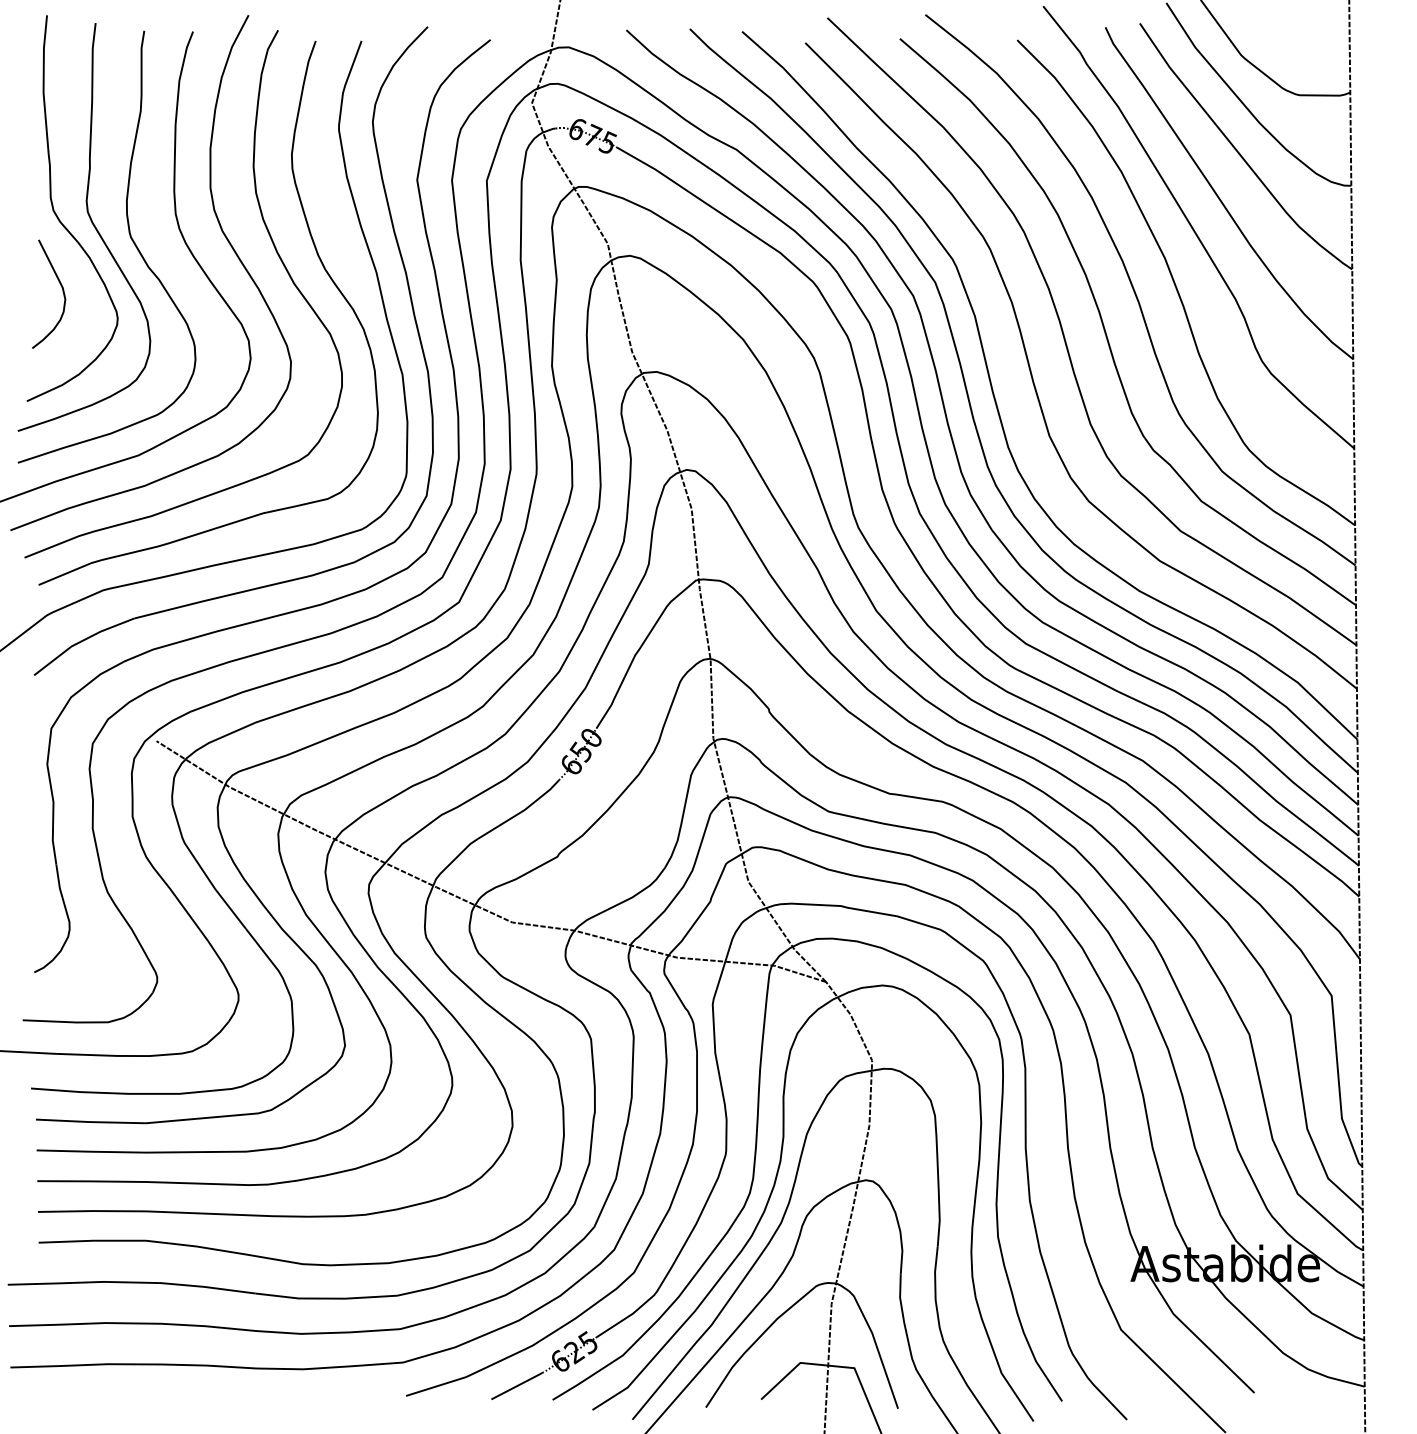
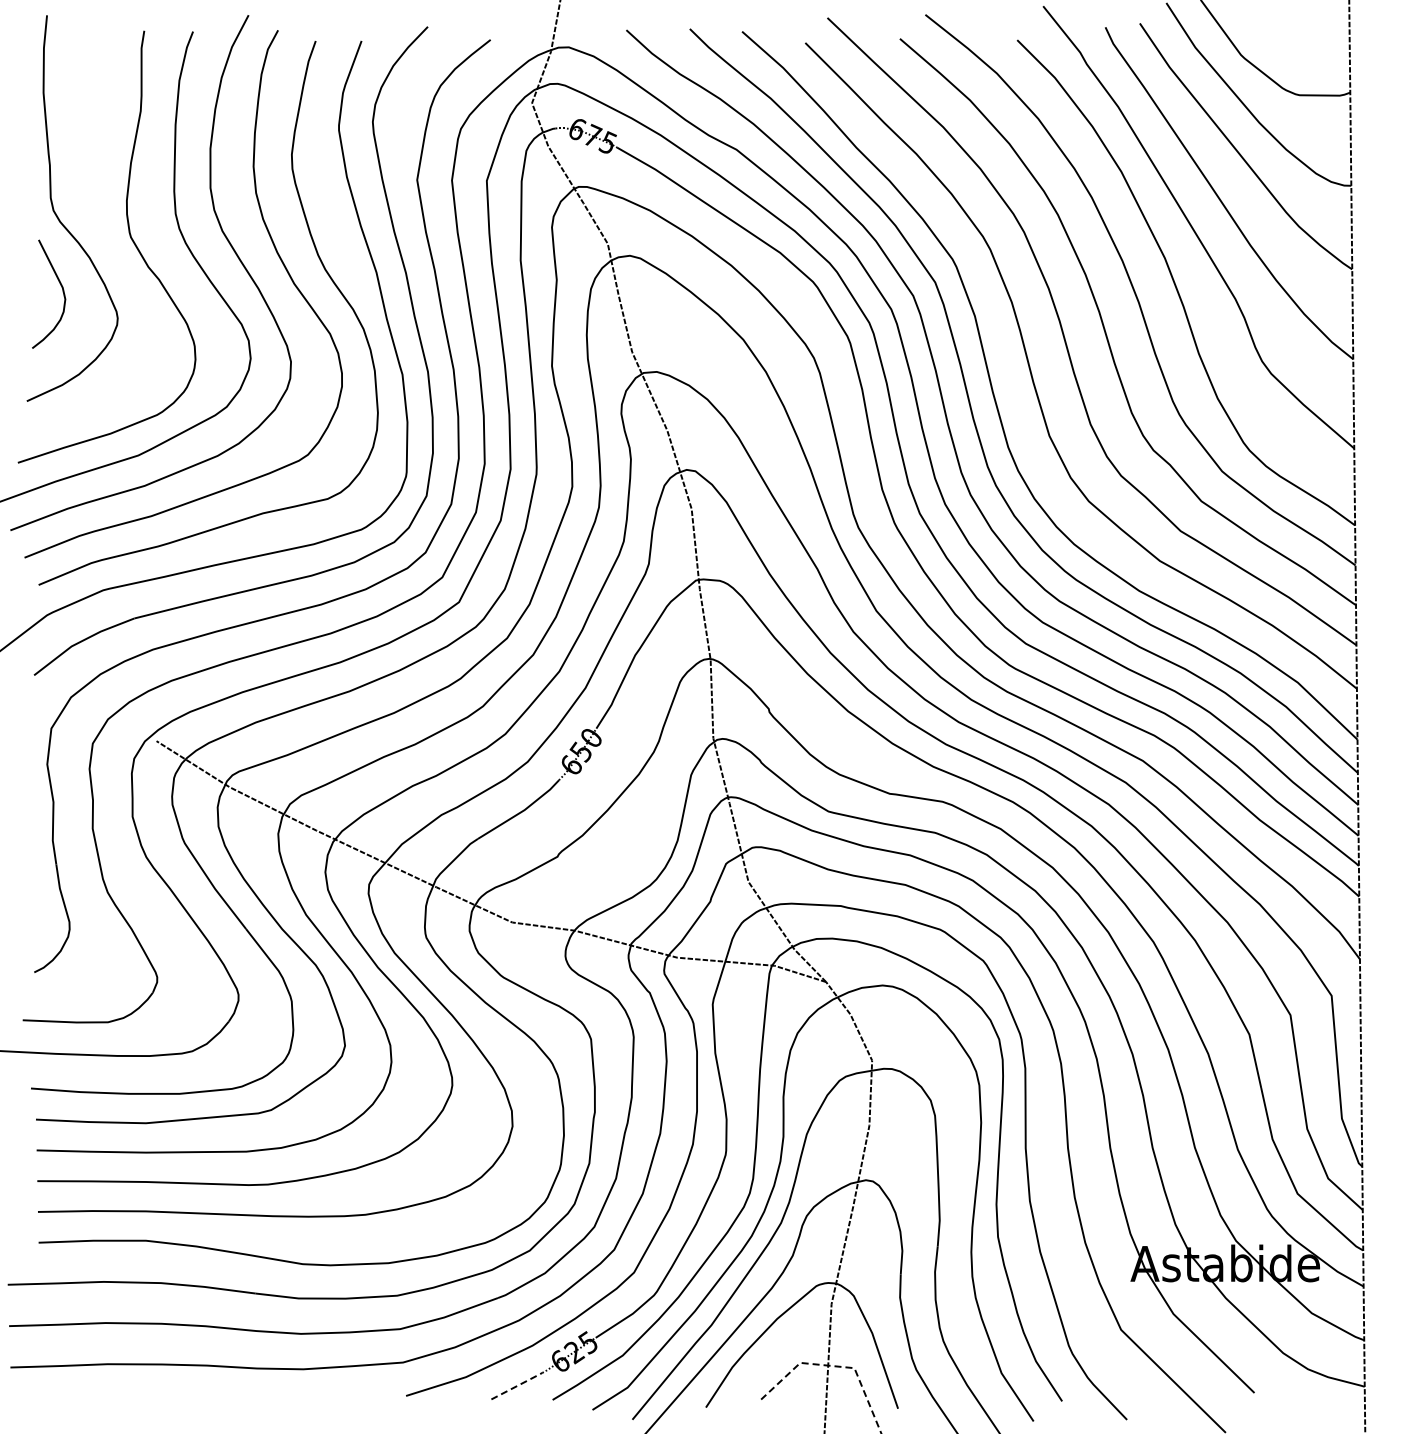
curve at (91, 223): present -> none
line at (835, 1366): solid -> dashed
line at (517, 1385): solid -> dashed
